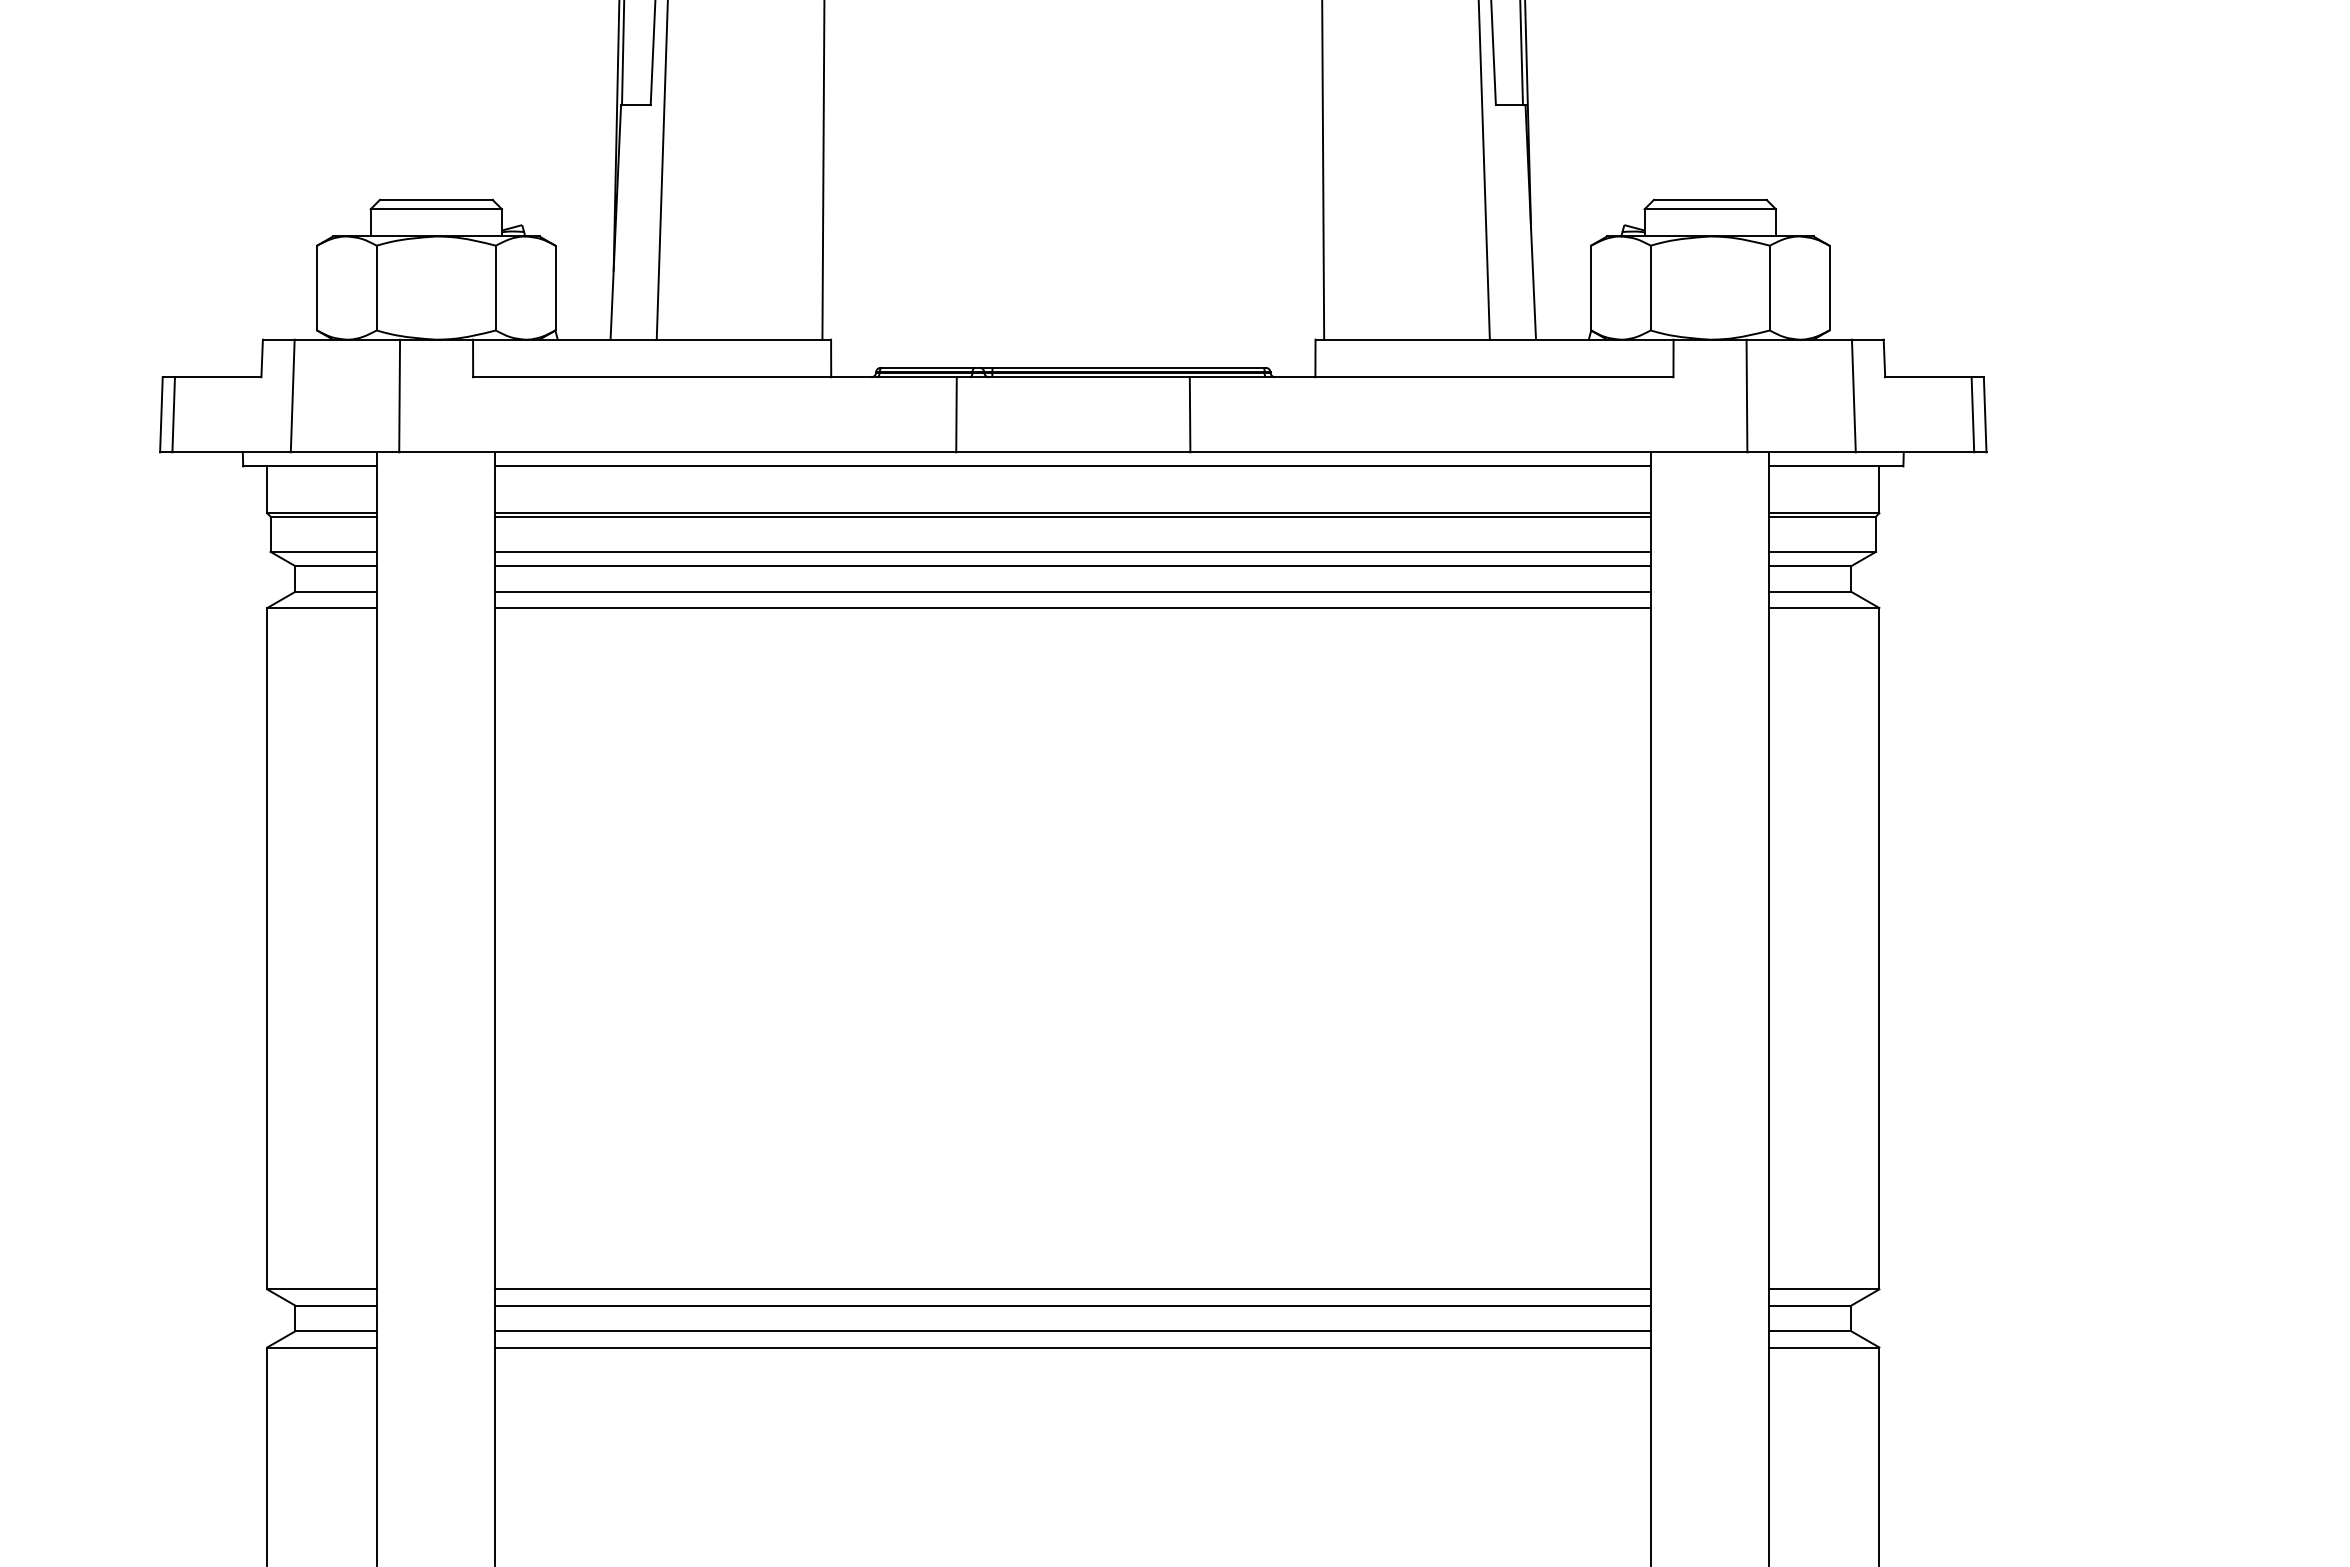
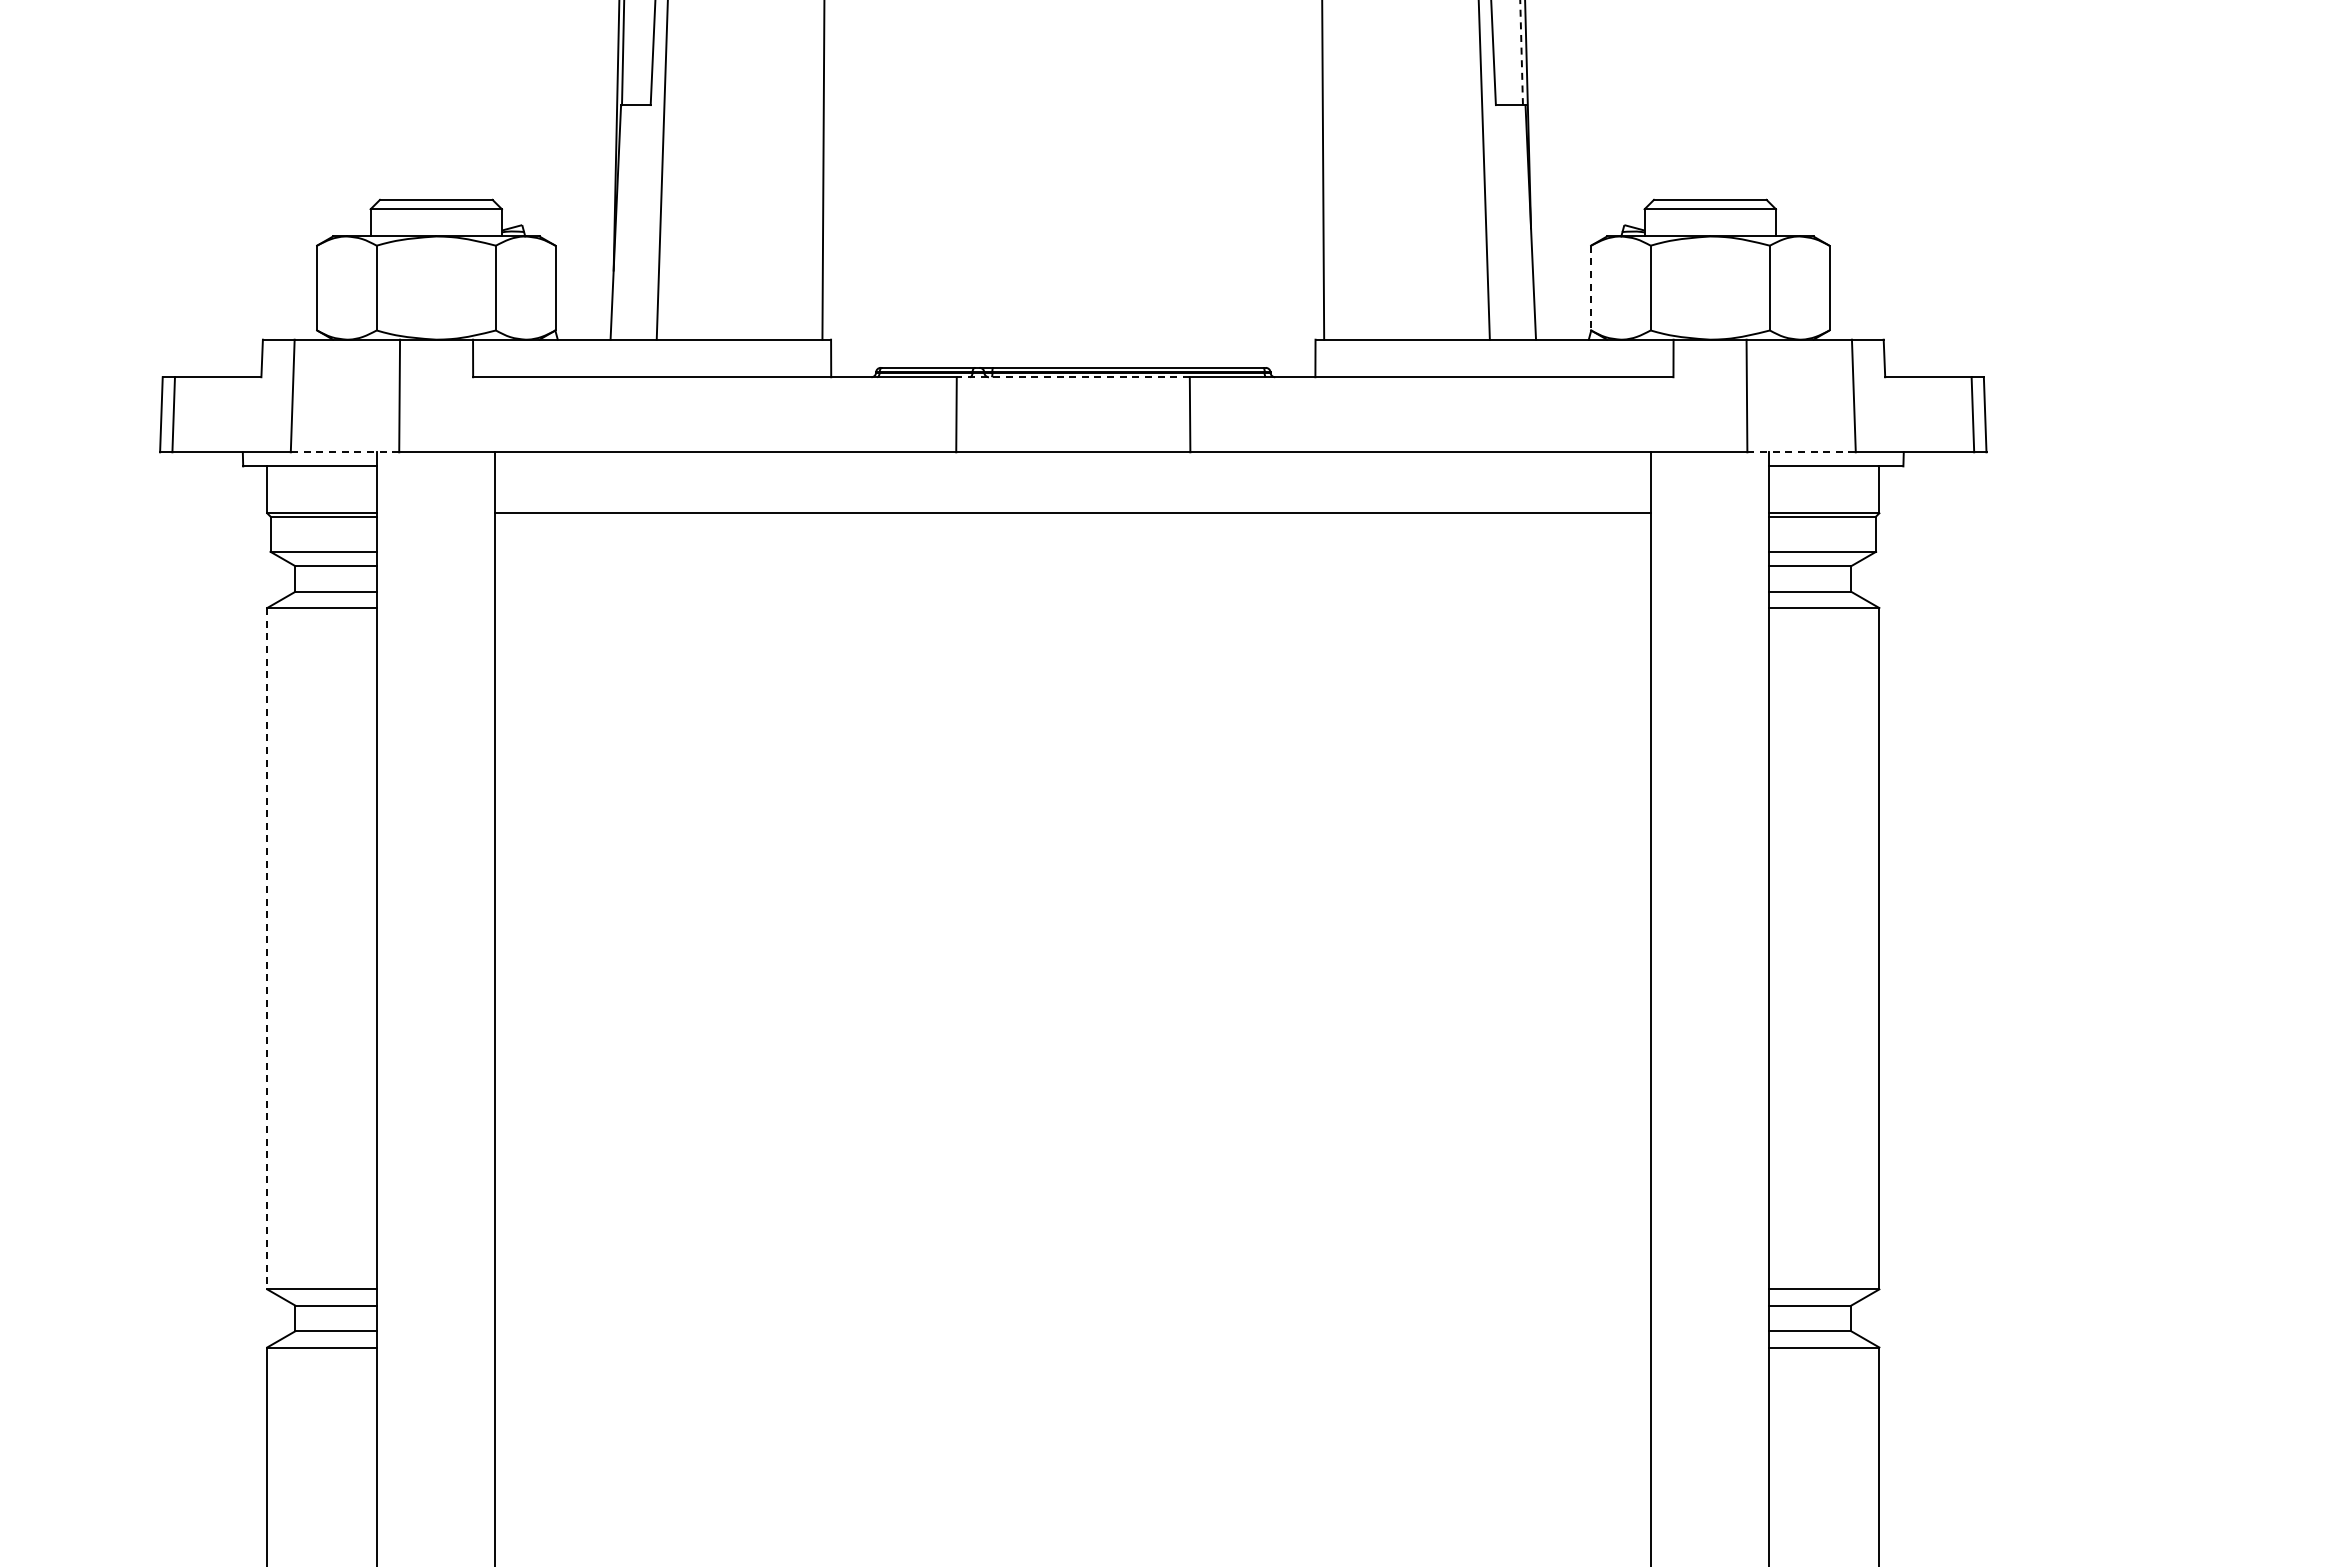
line at (1521, 52): solid -> dashed
line at (1591, 288): solid -> dashed
line at (1073, 377): solid -> dashed
line at (344, 452): solid -> dashed
line at (1802, 452): solid -> dashed
line at (1073, 466): present -> none
line at (1073, 516): present -> none
line at (1073, 551): present -> none
line at (1073, 566): present -> none
line at (1073, 591): present -> none
line at (1073, 608): present -> none
line at (267, 948): solid -> dashed
line at (1073, 1289): present -> none
line at (1073, 1305): present -> none
line at (1073, 1331): present -> none
line at (1073, 1347): present -> none
